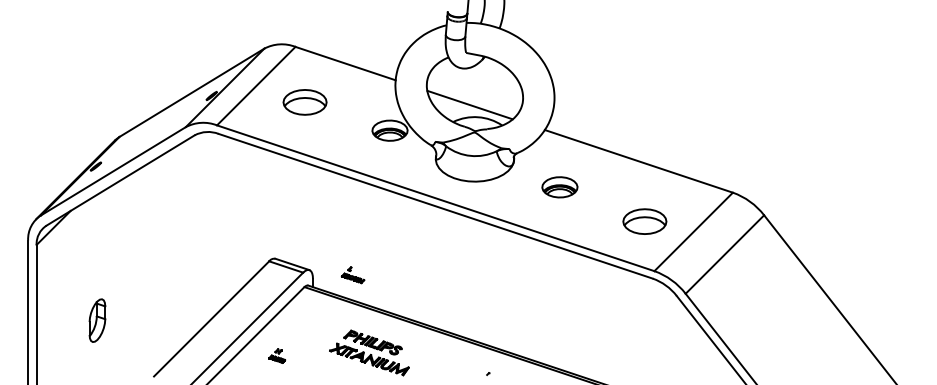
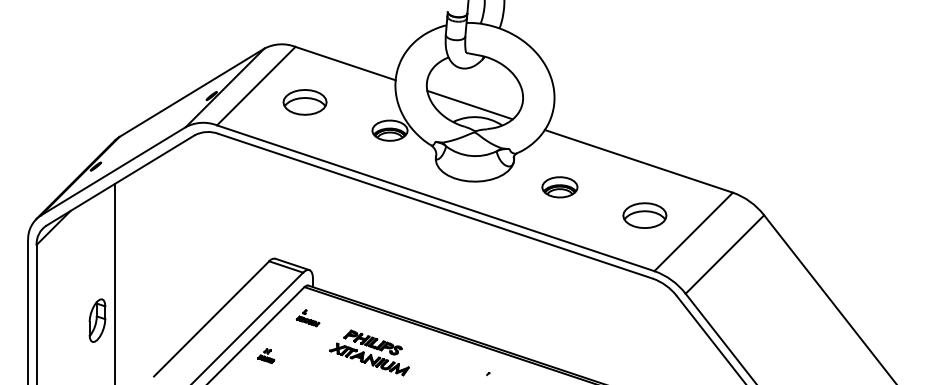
part at (644, 221) position: (644, 221) -> (644, 215)
part at (352, 275) position: (352, 275) -> (307, 318)
line at (115, 282): none -> present
part at (277, 355) position: (277, 355) -> (266, 355)
